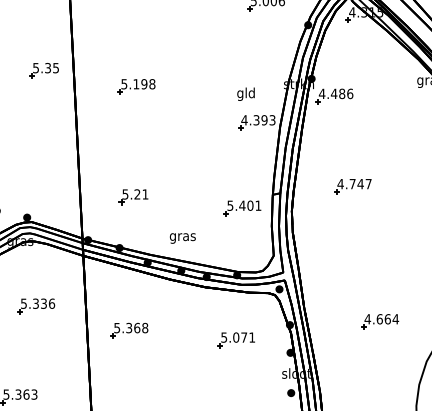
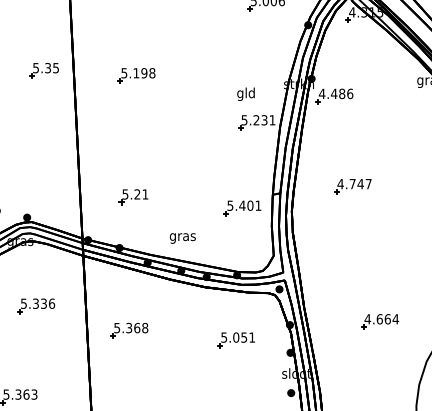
part at (136, 86) position: (136, 86) -> (136, 75)
text at (258, 120): 4.393 -> 5.231
text at (244, 337): 5.071 -> 5.051
